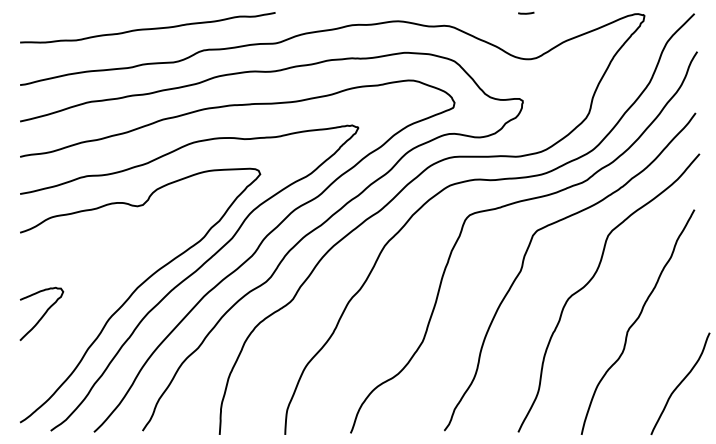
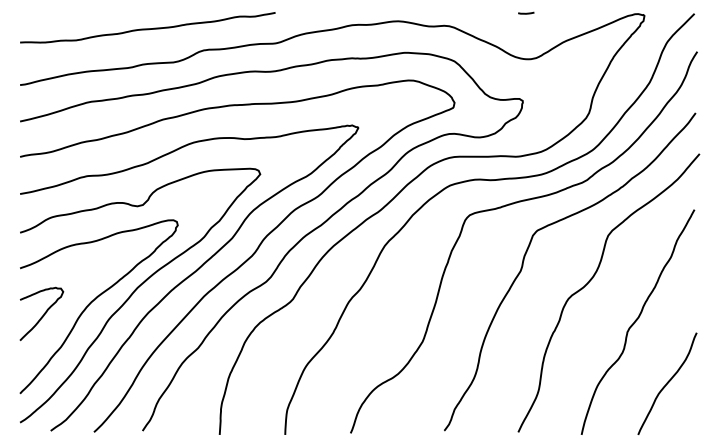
curve at (95, 300): none -> present
curve at (680, 383) position: (680, 383) -> (667, 383)
